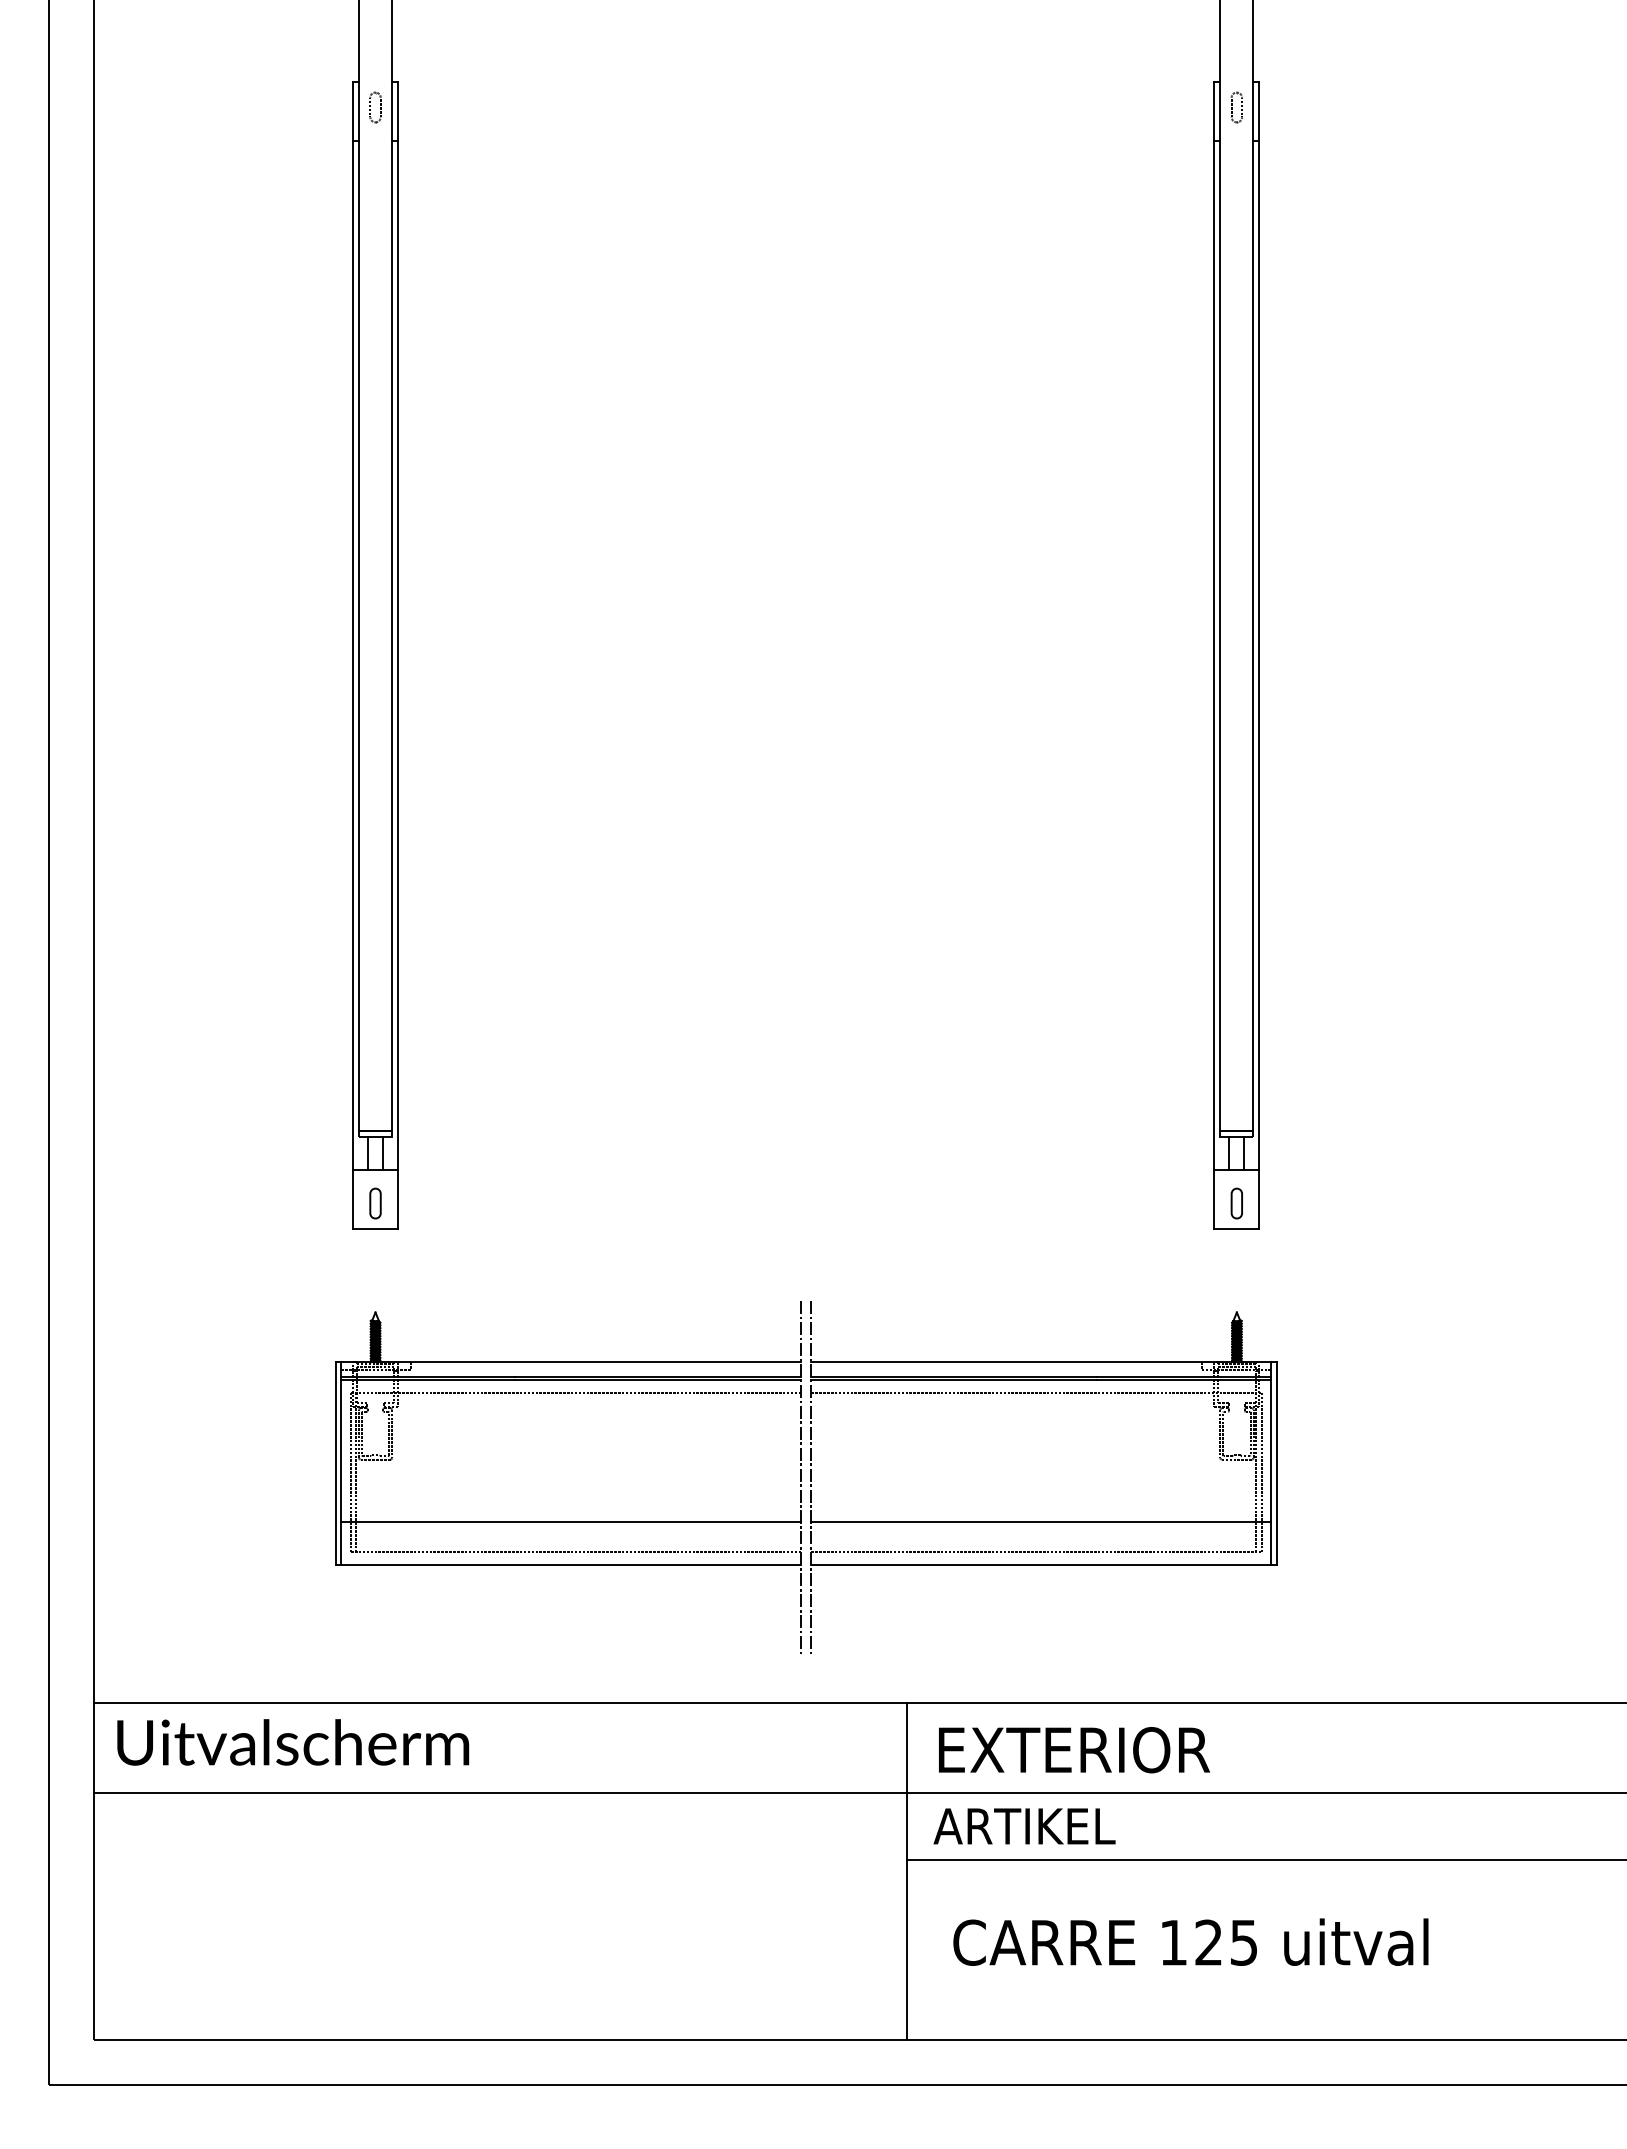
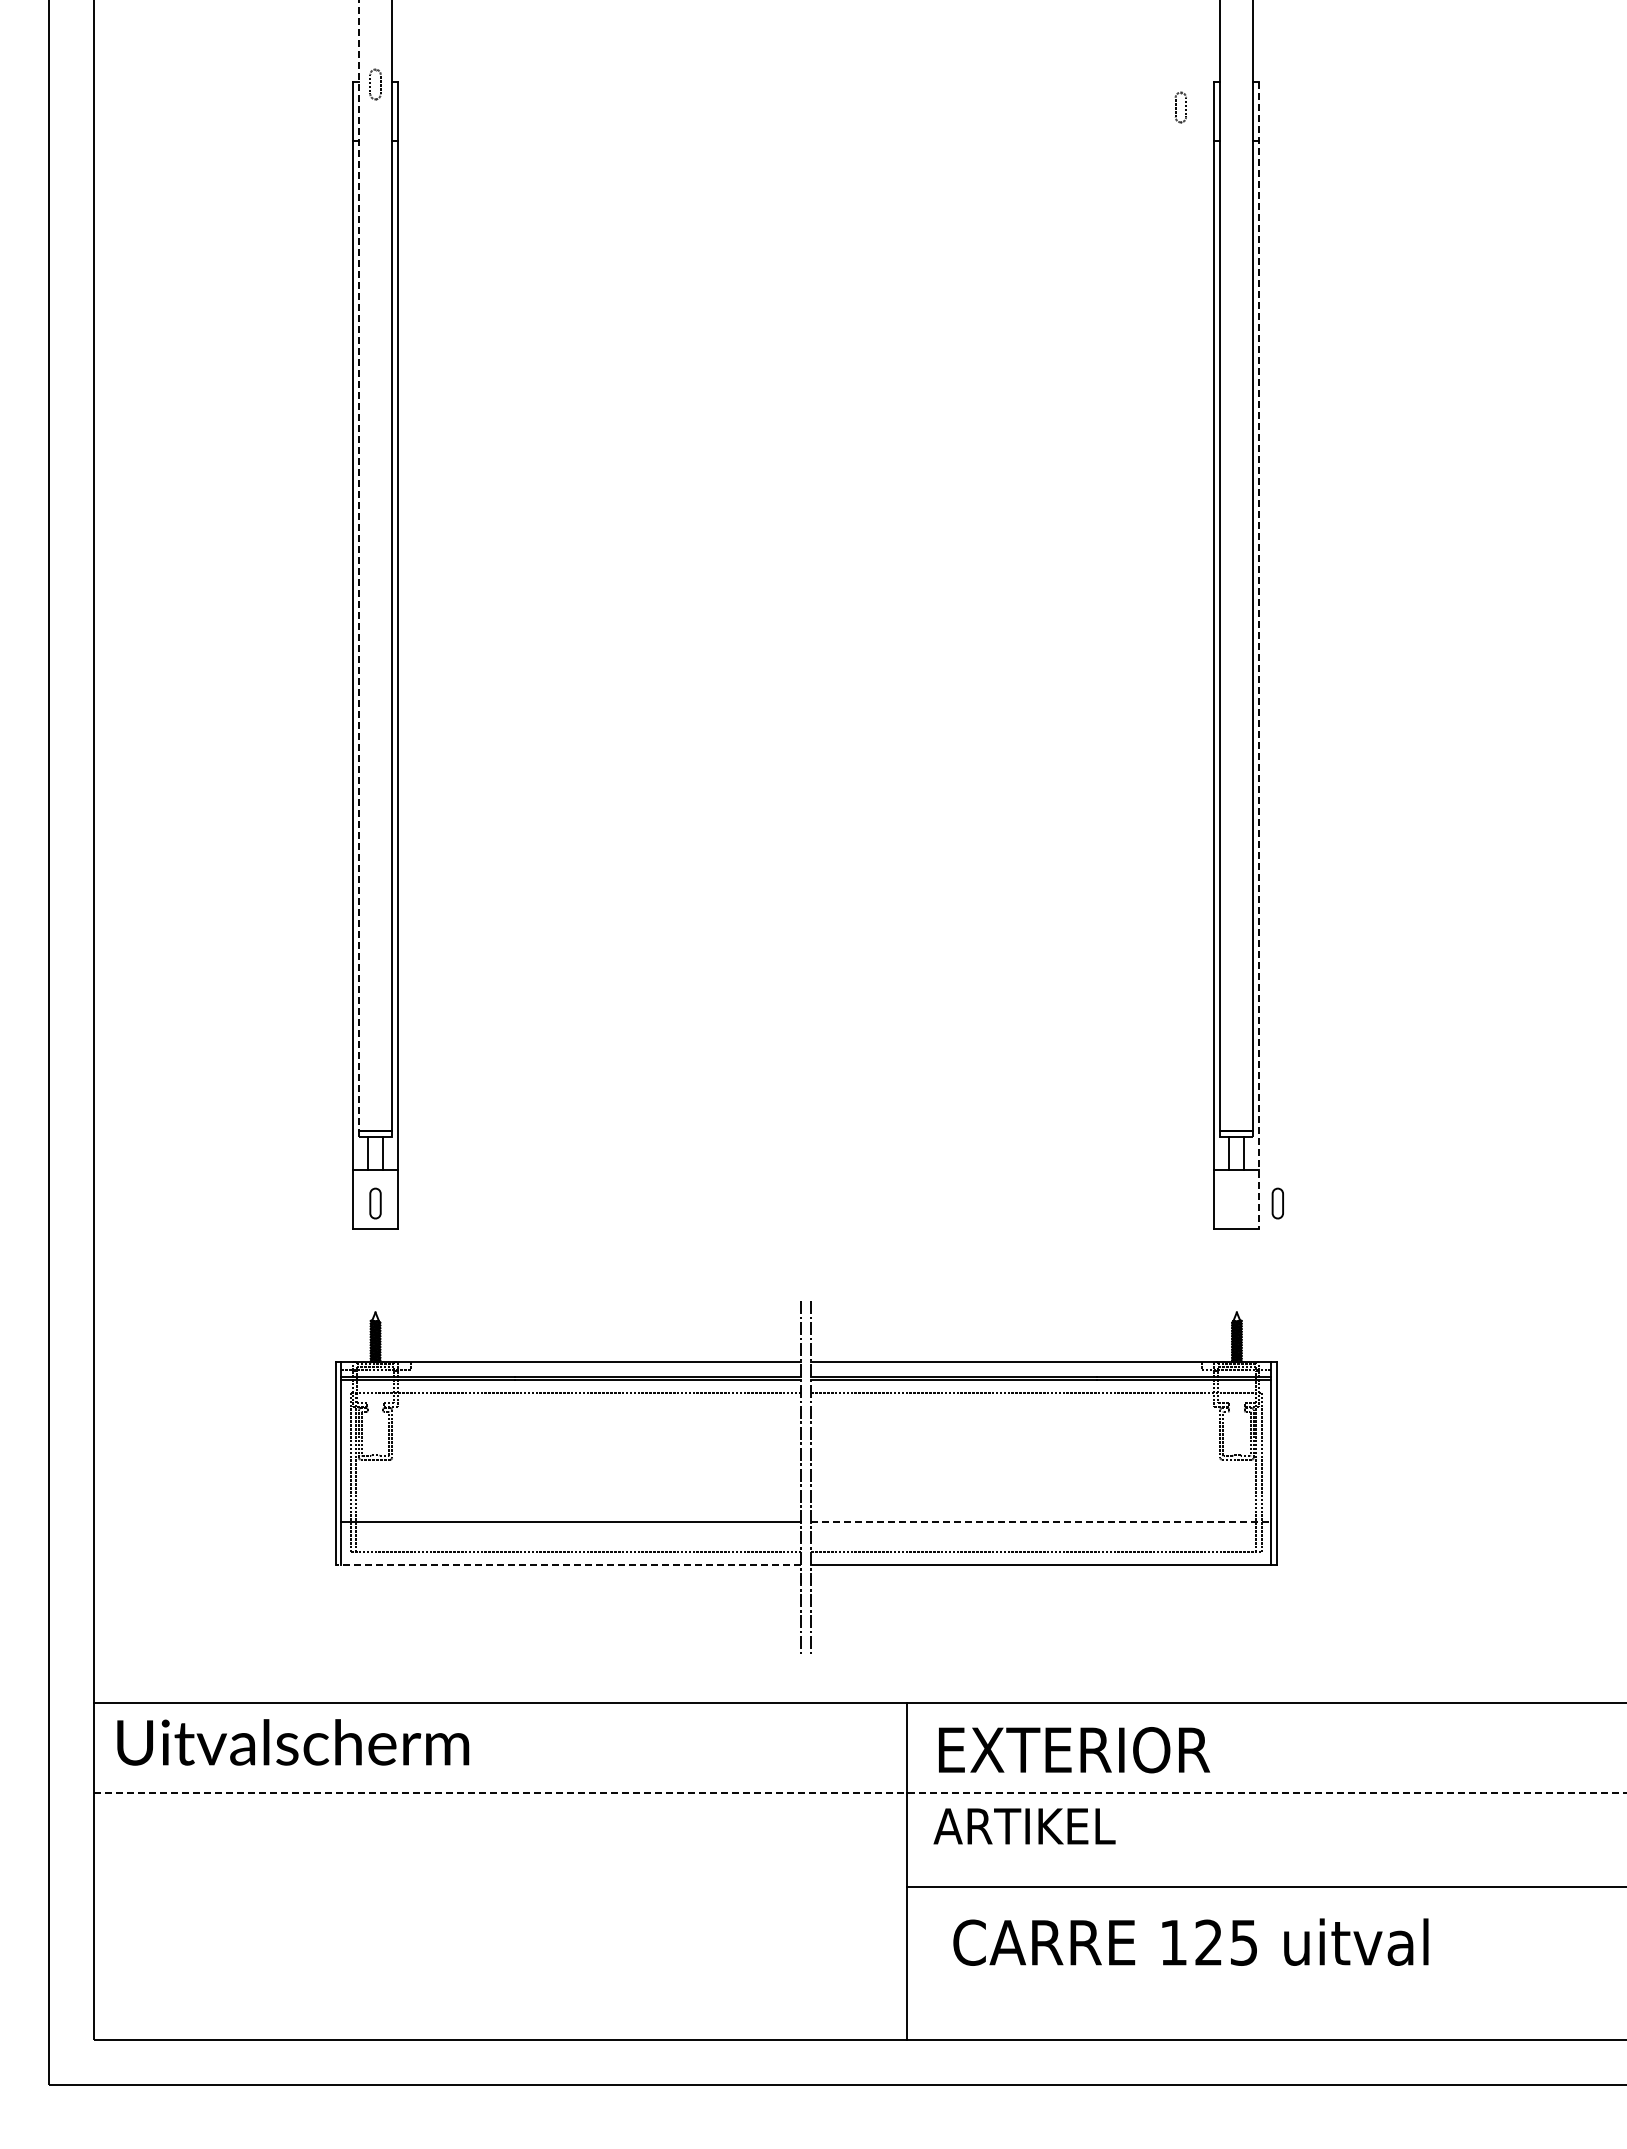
part at (375, 107) position: (375, 107) -> (375, 84)
part at (1236, 107) position: (1236, 107) -> (1180, 107)
line at (359, 565): solid -> dashed
line at (1259, 656): solid -> dashed
part at (1236, 1203) position: (1236, 1203) -> (1277, 1203)
line at (1041, 1521): solid -> dashed
line at (568, 1564): solid -> dashed
line at (860, 1792): solid -> dashed
line at (1264, 1860) position: (1264, 1860) -> (1264, 1887)
